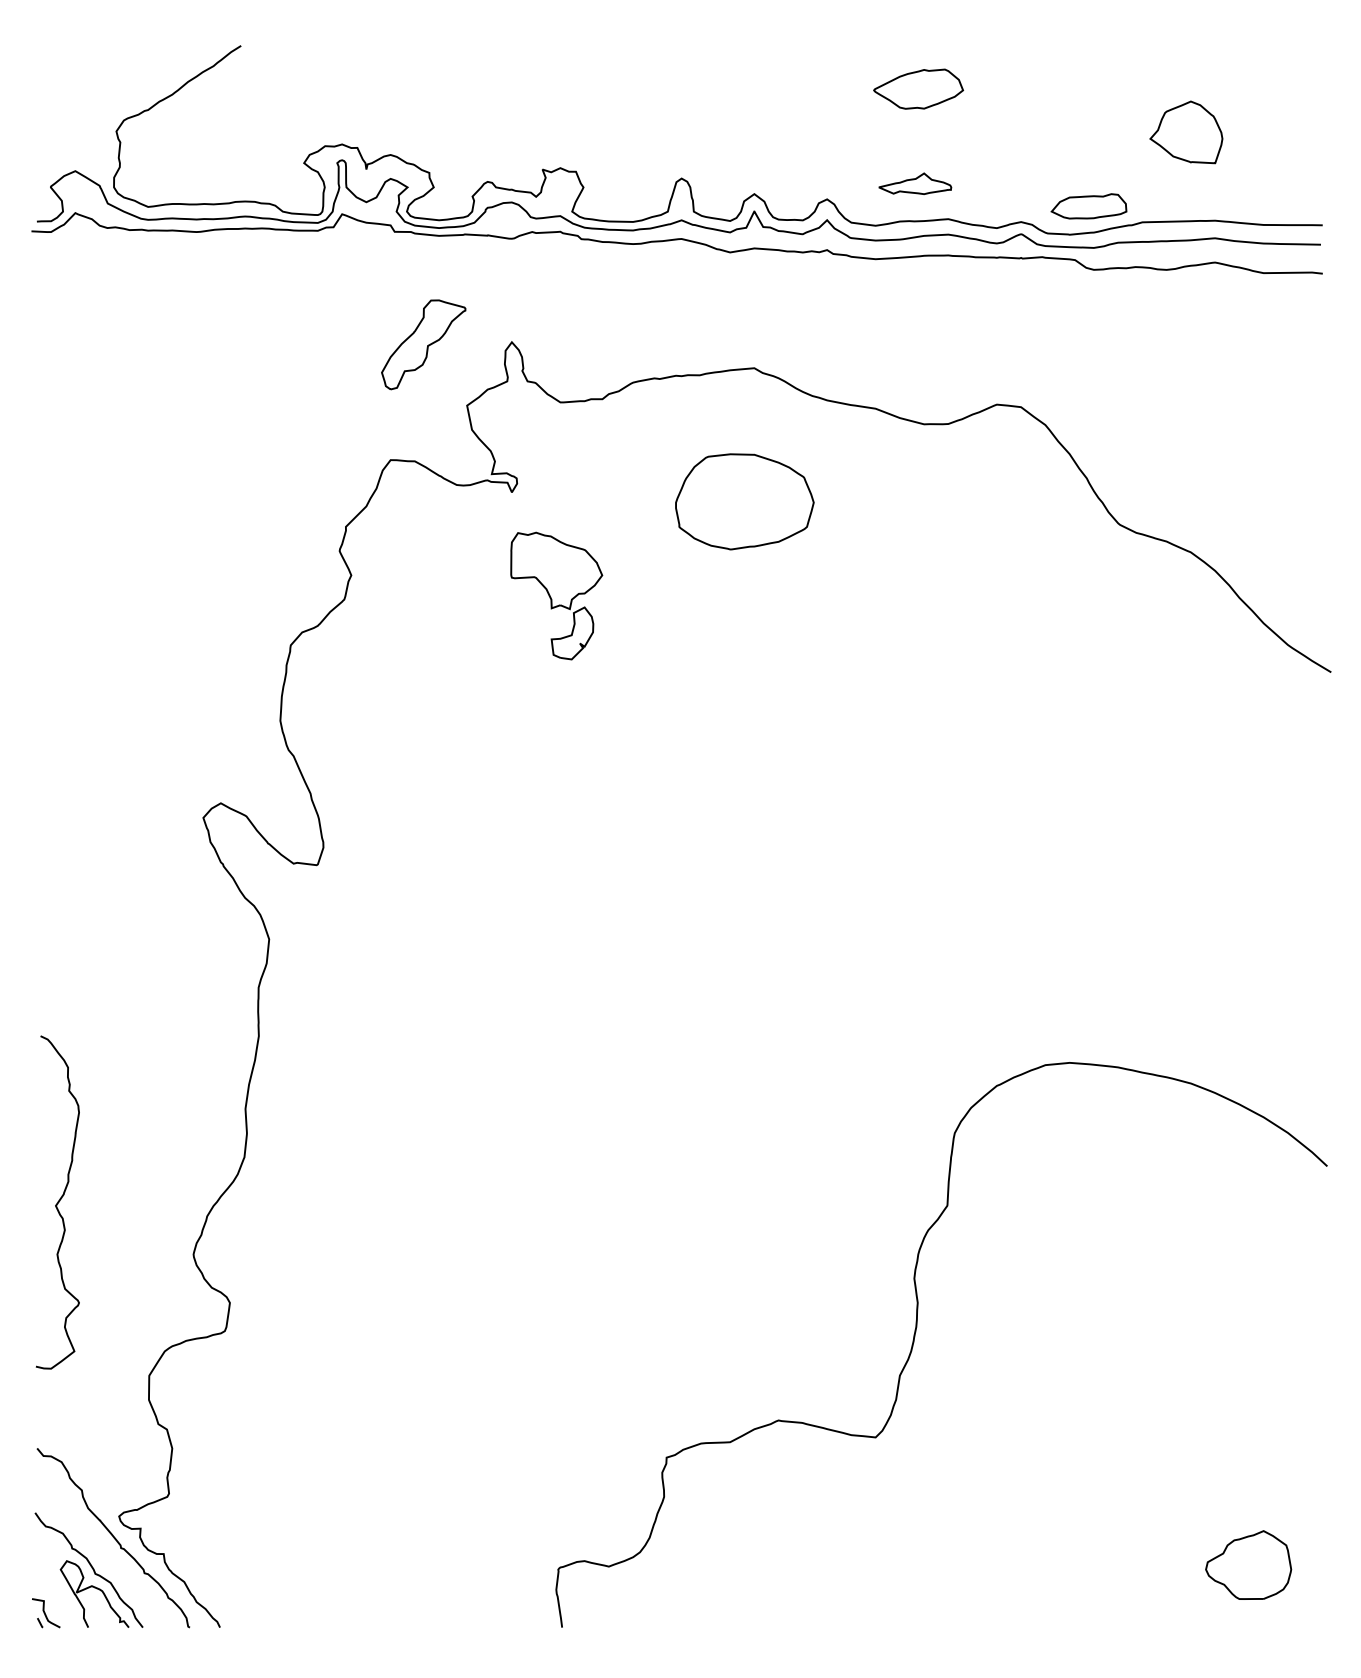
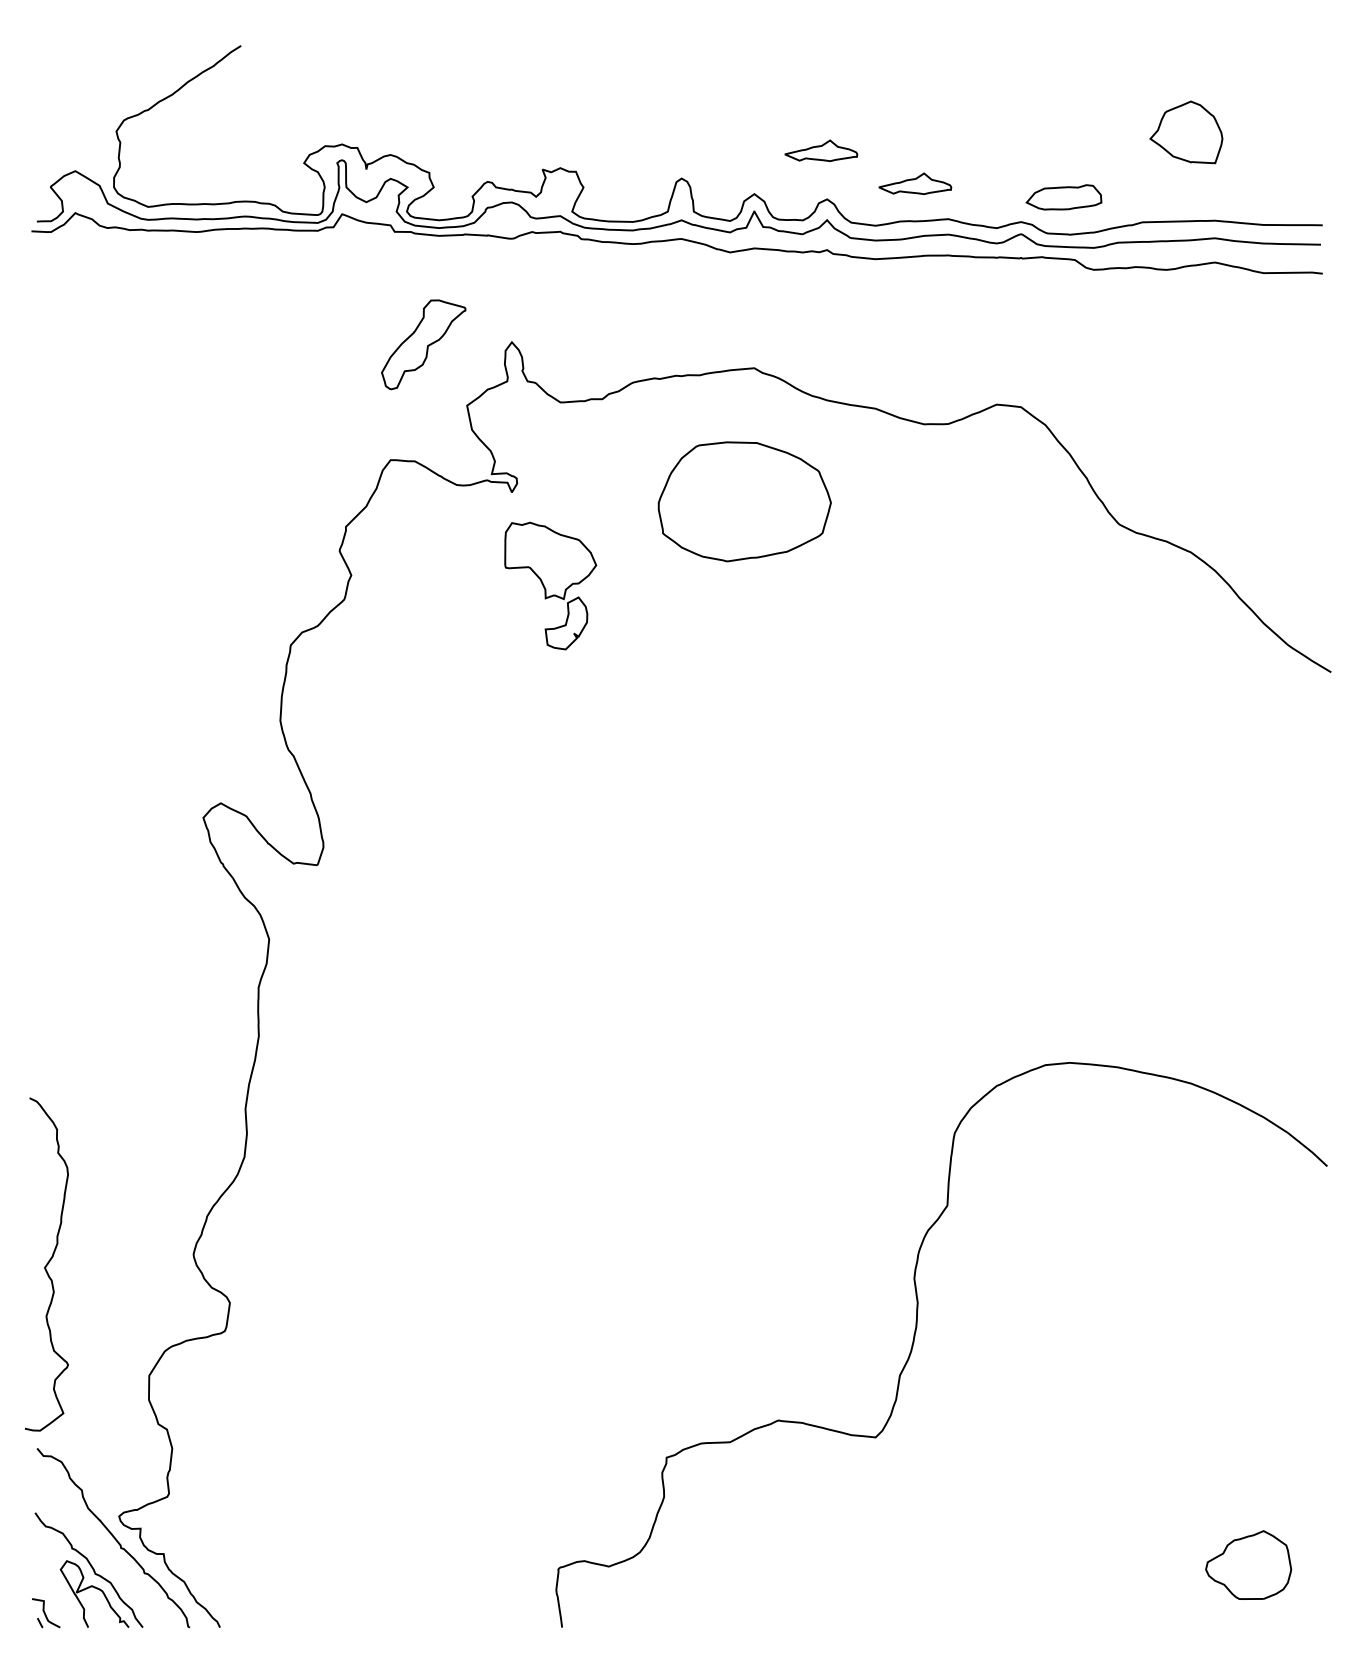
part at (918, 88): present -> none
part at (821, 150): none -> present
part at (1088, 206) position: (1088, 206) -> (1063, 197)
part at (744, 501) size: 140x98 px -> 175x122 px
part at (556, 595) position: (556, 595) -> (550, 585)
curve at (57, 1202) position: (57, 1202) -> (46, 1264)
